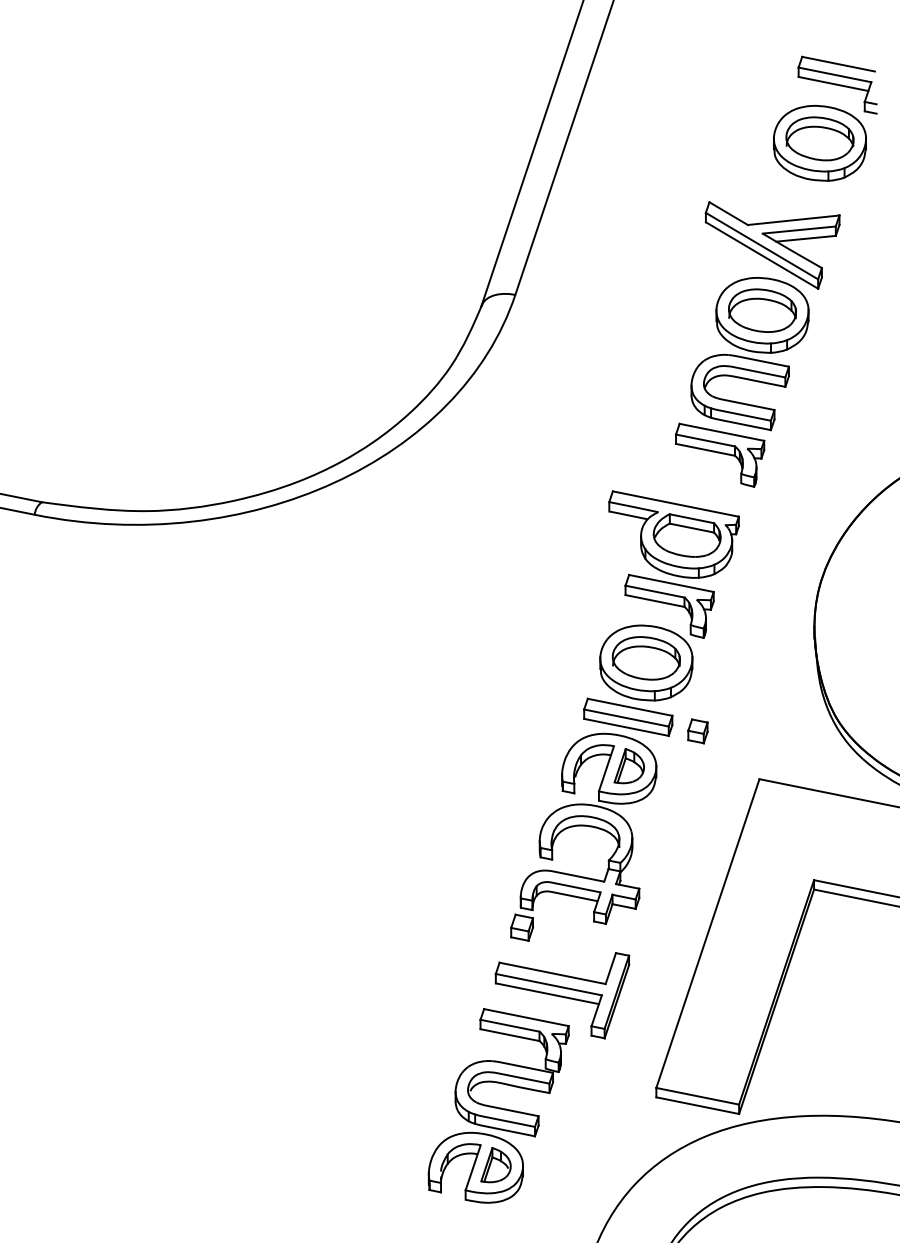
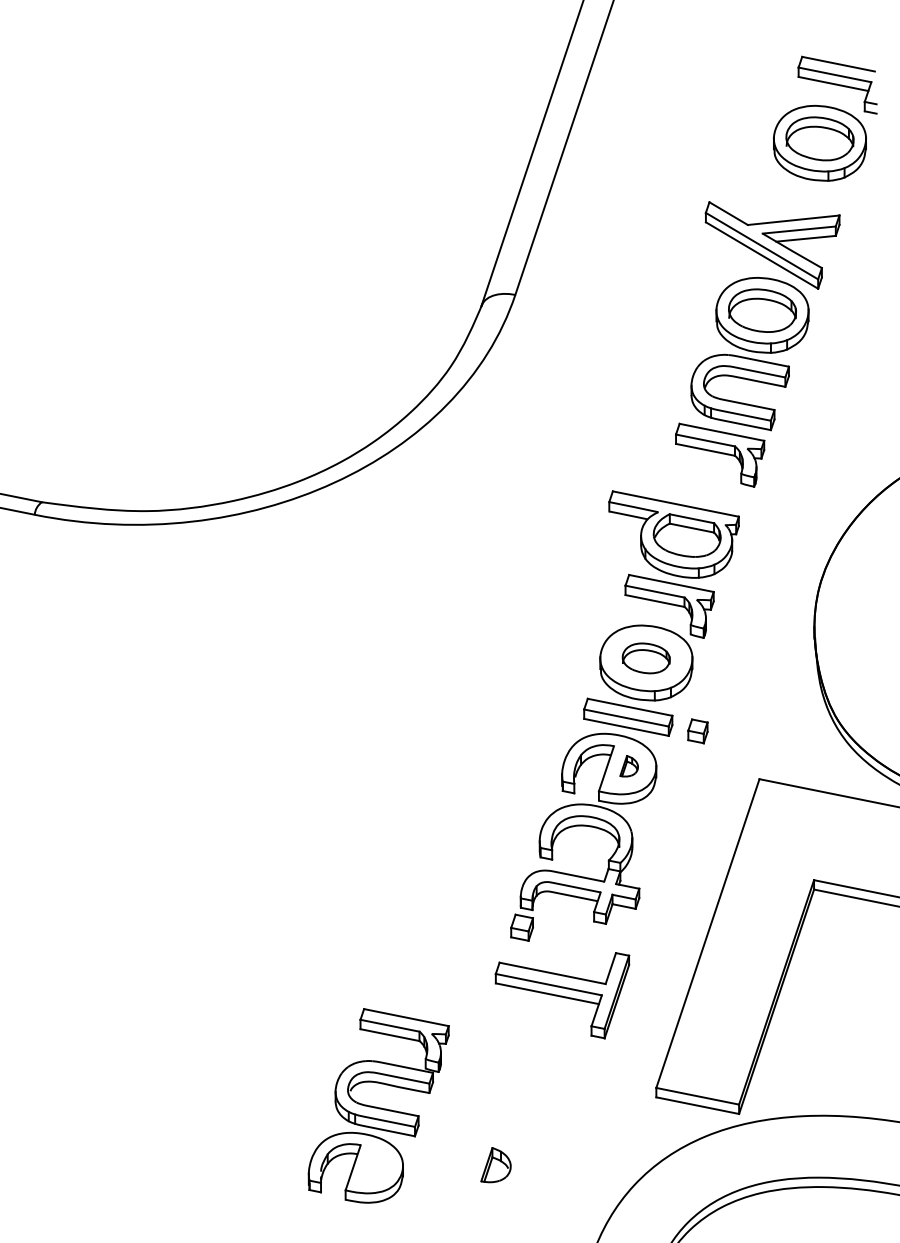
part at (645, 658) size: 70x45 px -> 50x33 px
part at (628, 766) size: 32x37 px -> 20x23 px
part at (498, 1105) position: (498, 1105) -> (378, 1105)
